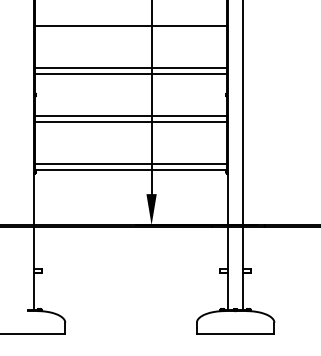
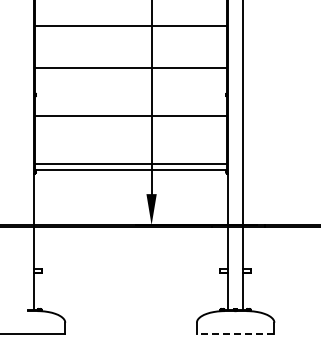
line at (131, 73): present -> none
line at (131, 121): present -> none
line at (235, 334): solid -> dashed
